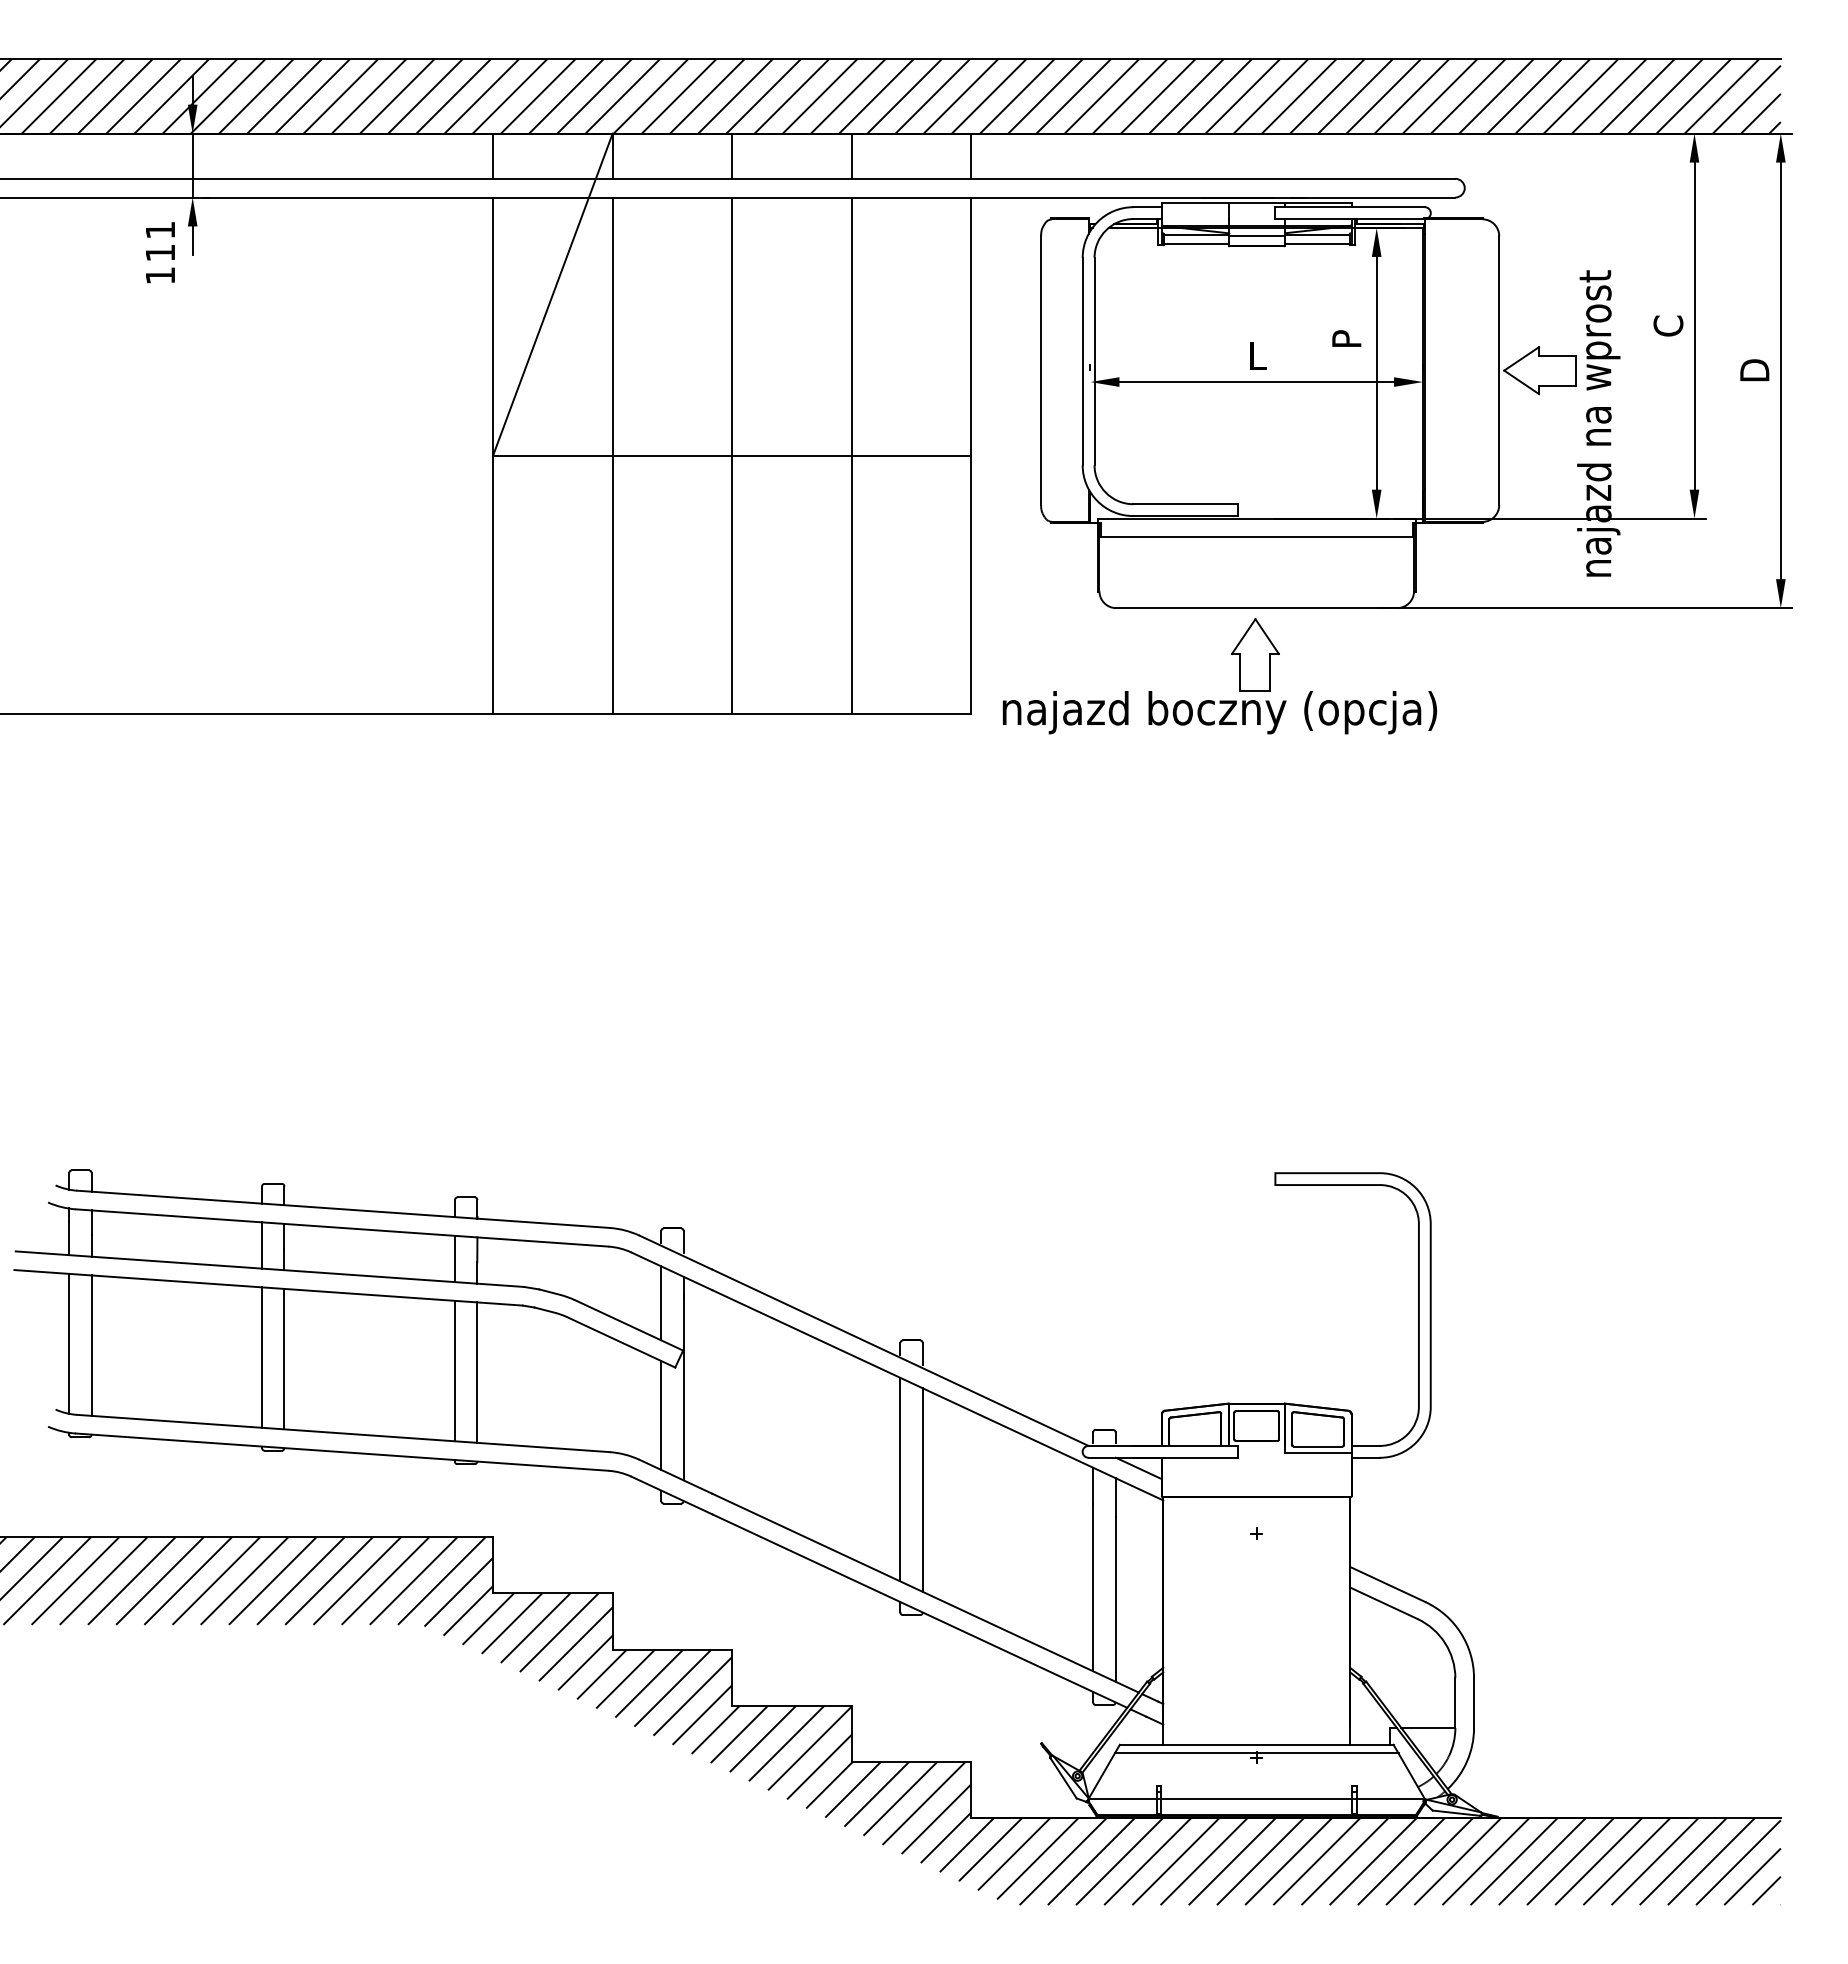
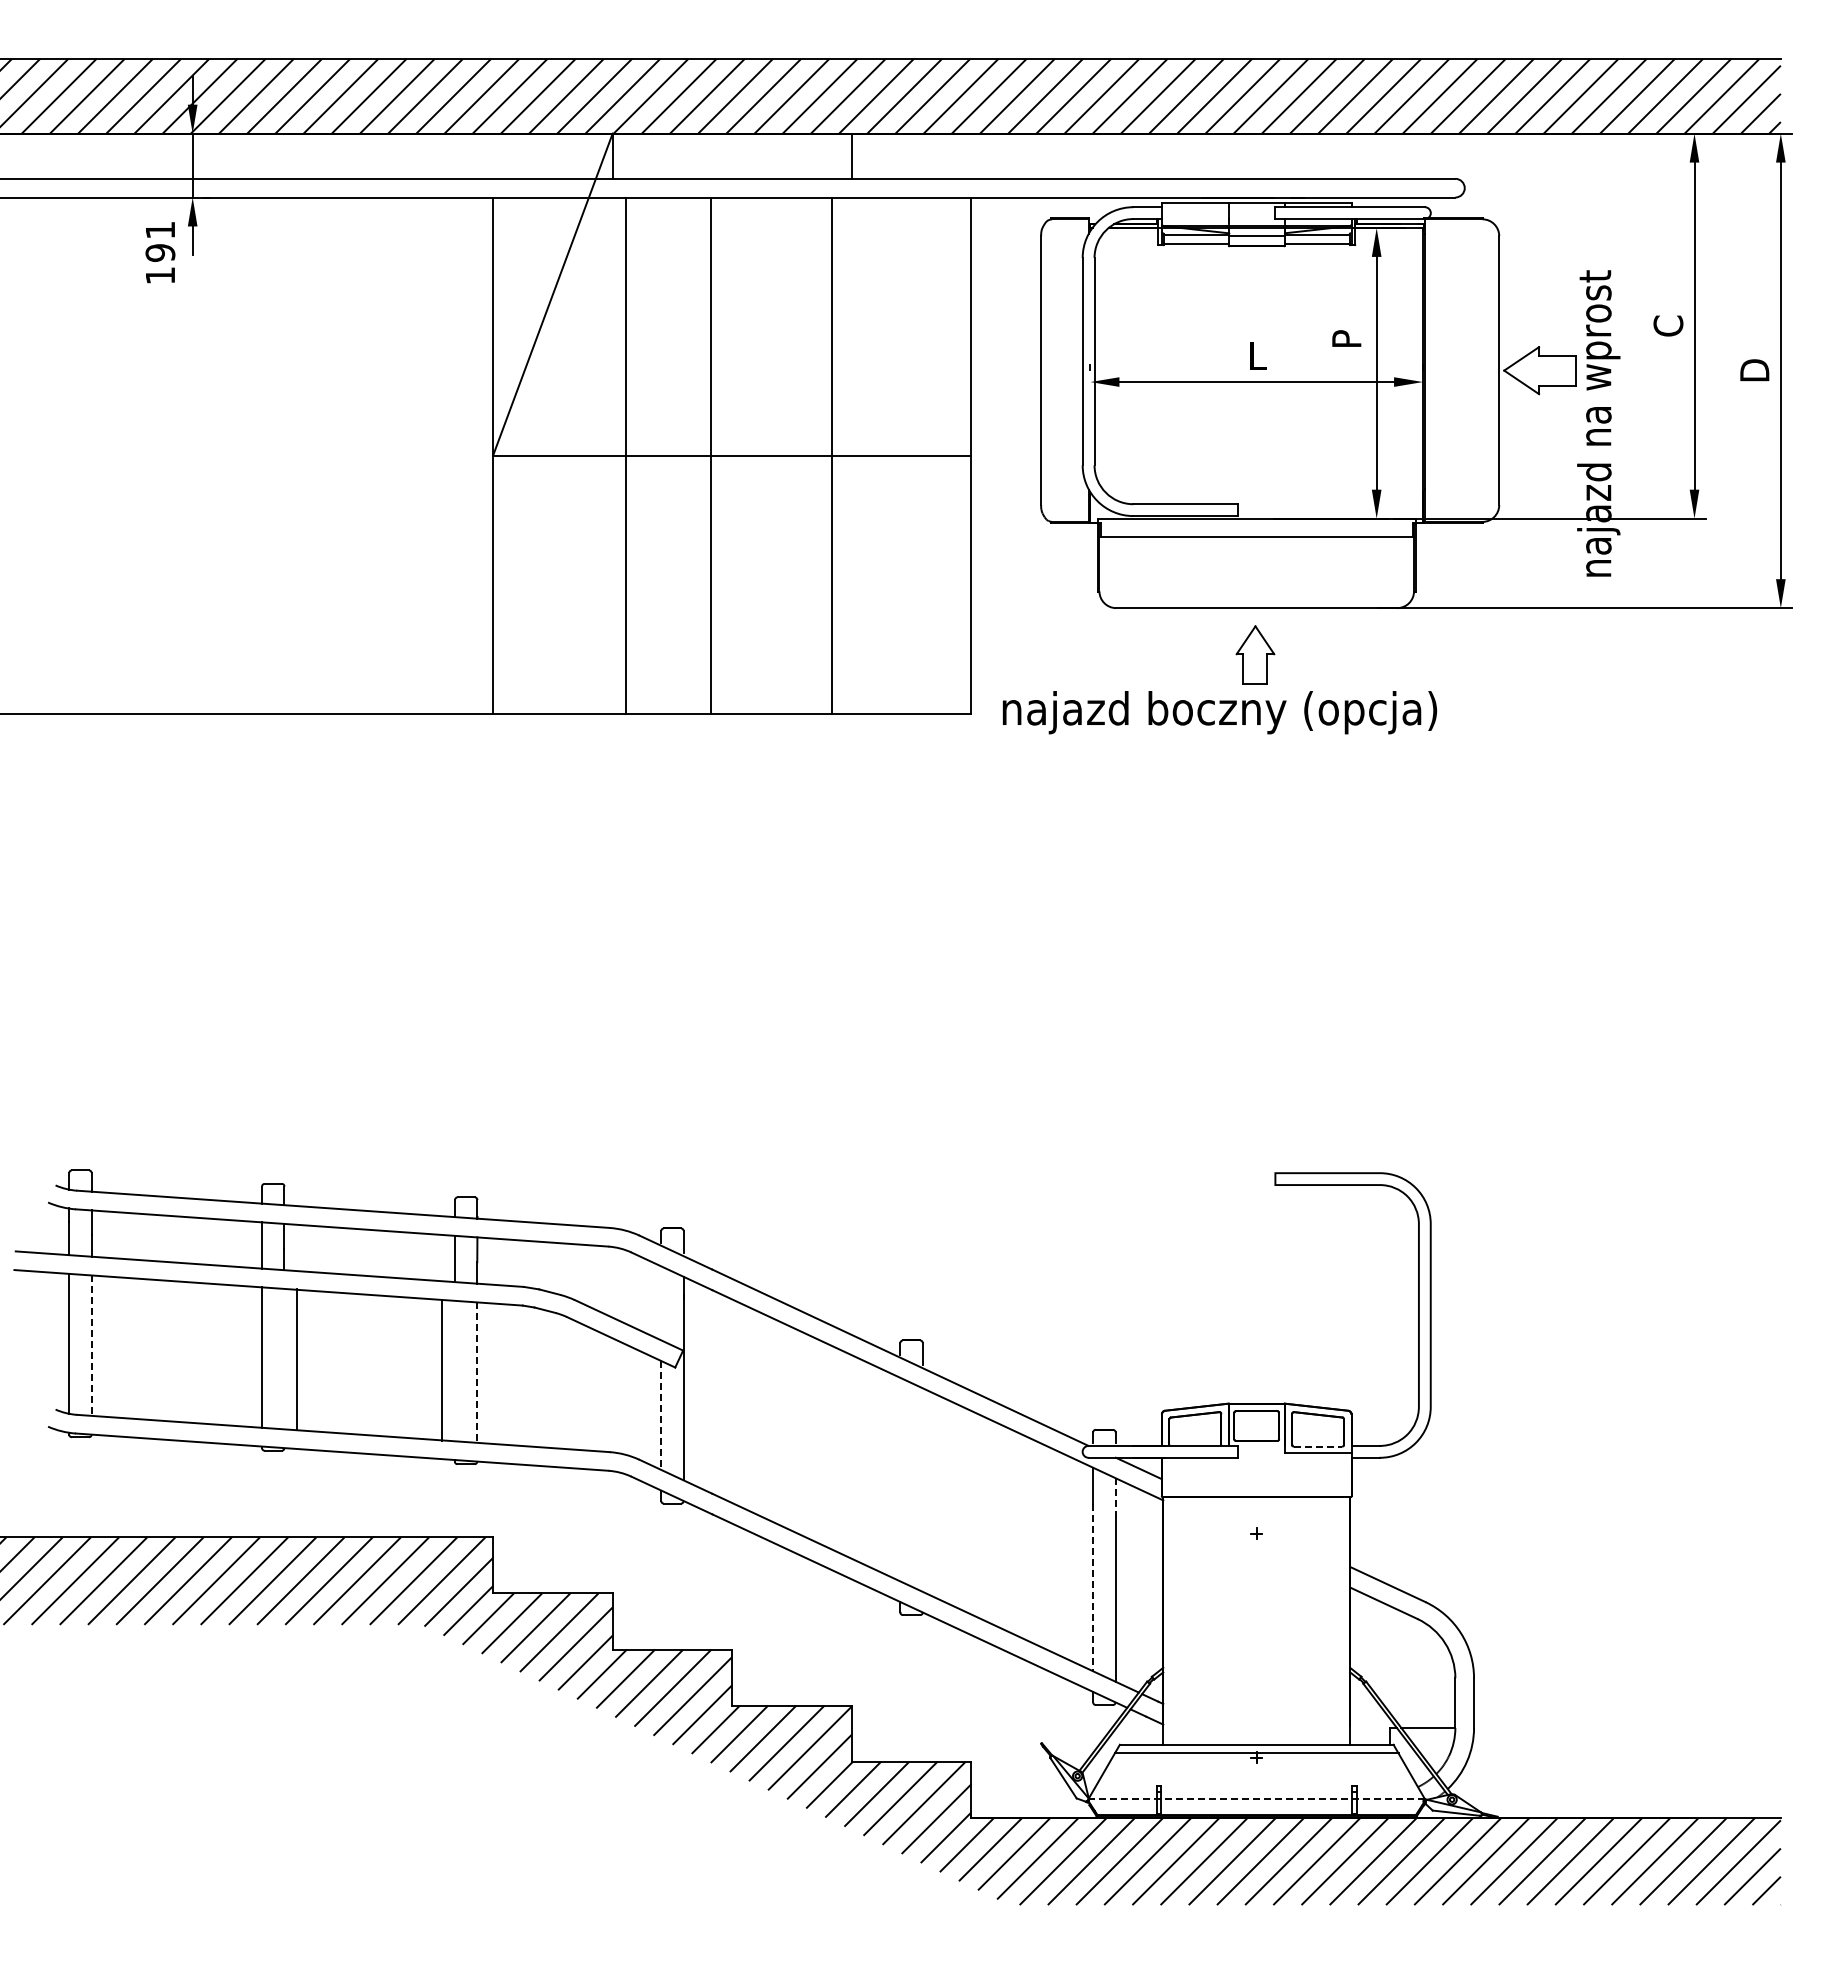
line at (493, 155): present -> none
line at (732, 155): present -> none
line at (971, 155): present -> none
text at (160, 252): 111 -> 191
line at (612, 455) position: (612, 455) -> (625, 455)
line at (732, 455) position: (732, 455) -> (711, 455)
line at (851, 455) position: (851, 455) -> (831, 455)
part at (1255, 654) size: 49x74 px -> 41x60 px
line at (661, 1303): present -> none
line at (91, 1346): solid -> dashed
line at (284, 1358) position: (284, 1358) -> (297, 1358)
line at (454, 1370) position: (454, 1370) -> (441, 1370)
line at (477, 1373): solid -> dashed
line at (661, 1415): solid -> dashed
line at (1318, 1446): solid -> dashed
line at (900, 1479): present -> none
line at (922, 1489): present -> none
line at (1115, 1497): solid -> dashed
line at (1093, 1588): solid -> dashed
line at (1256, 1798): solid -> dashed
